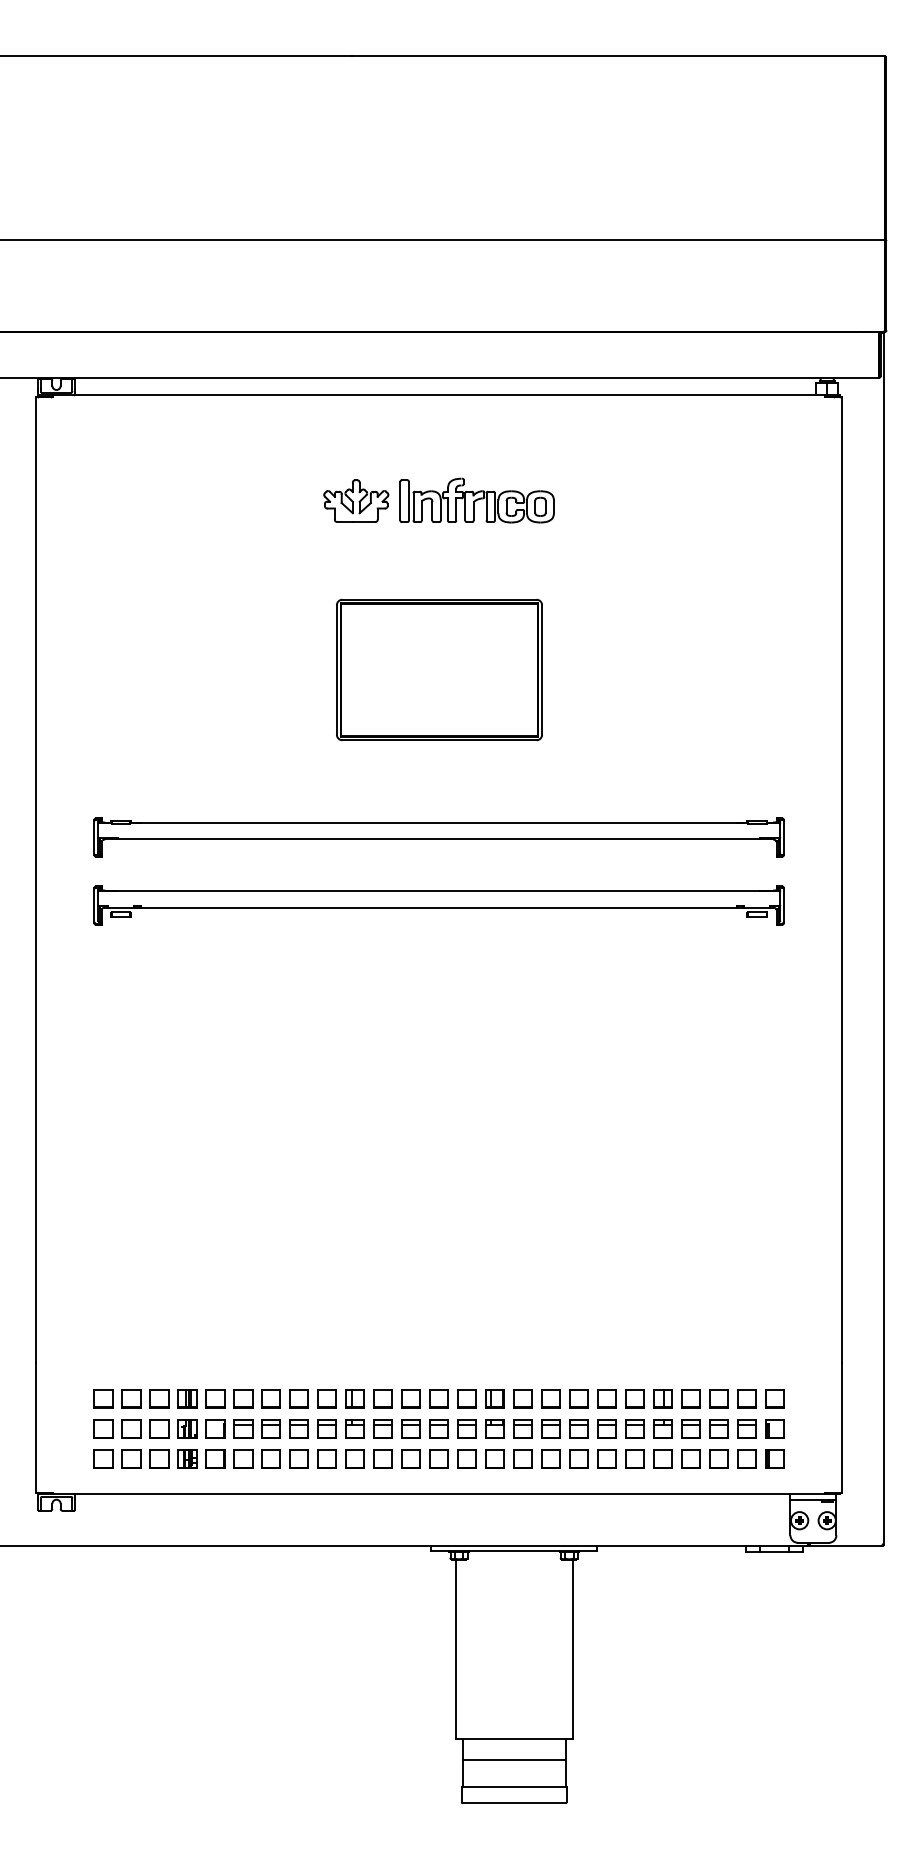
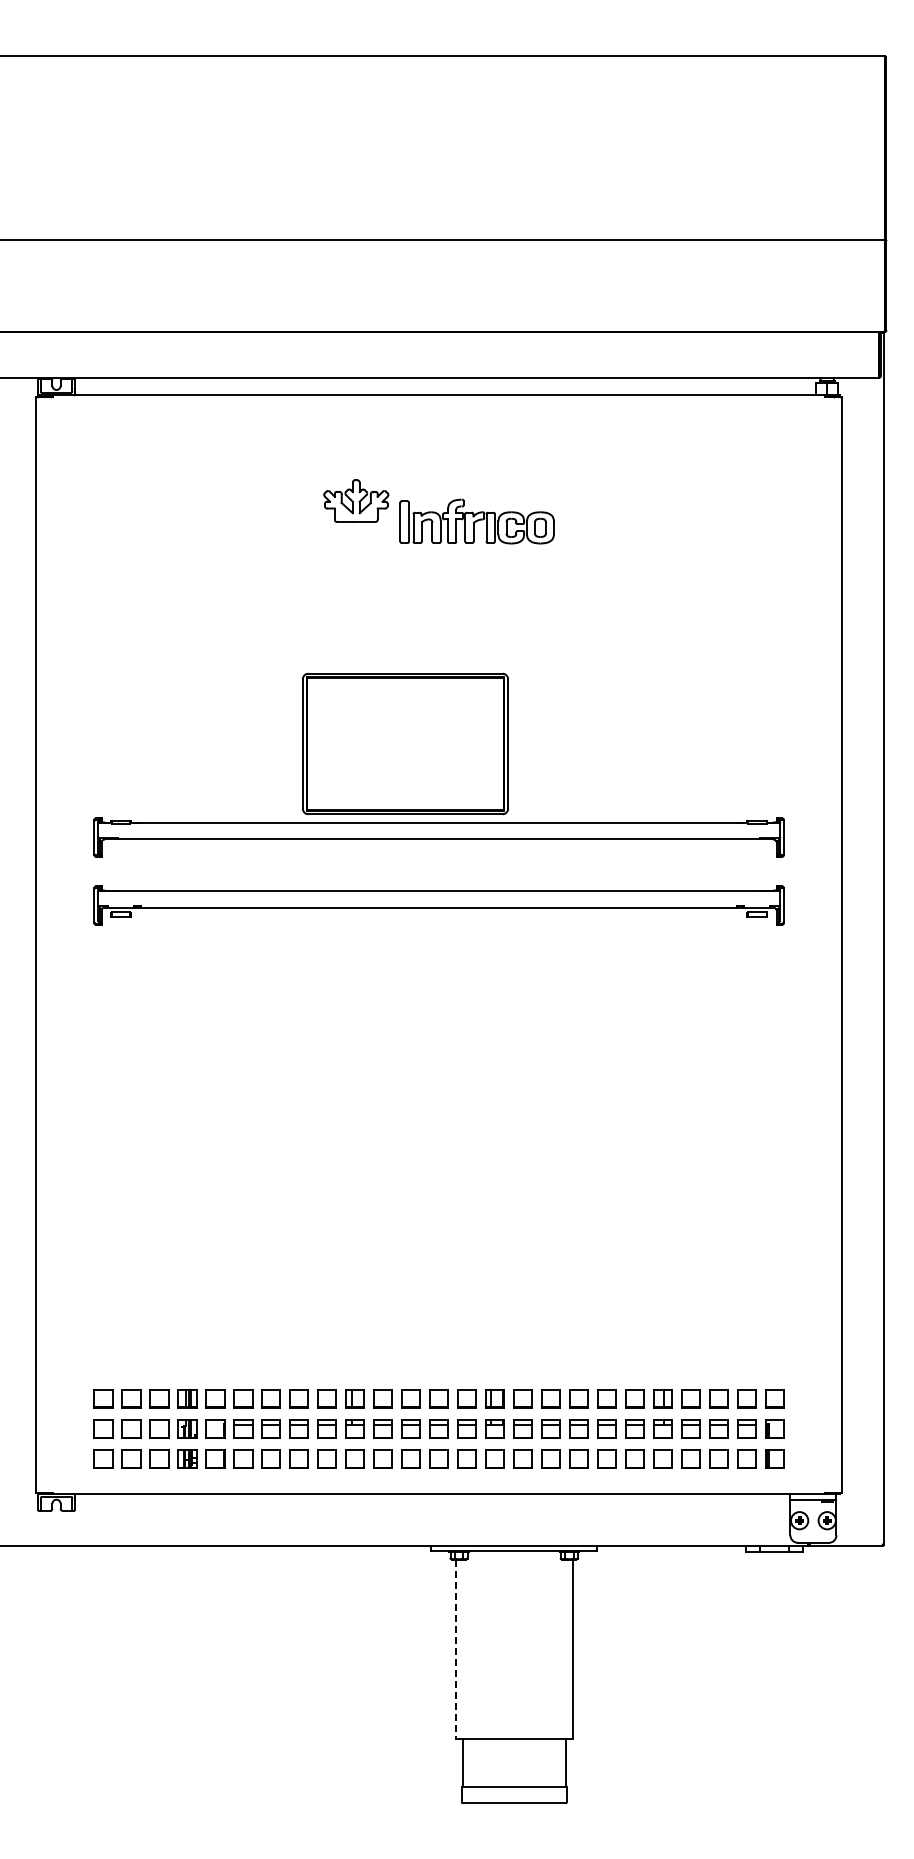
part at (476, 500) position: (476, 500) -> (476, 521)
part at (439, 669) position: (439, 669) -> (405, 743)
line at (455, 1649): solid -> dashed
line at (513, 1760): present -> none
